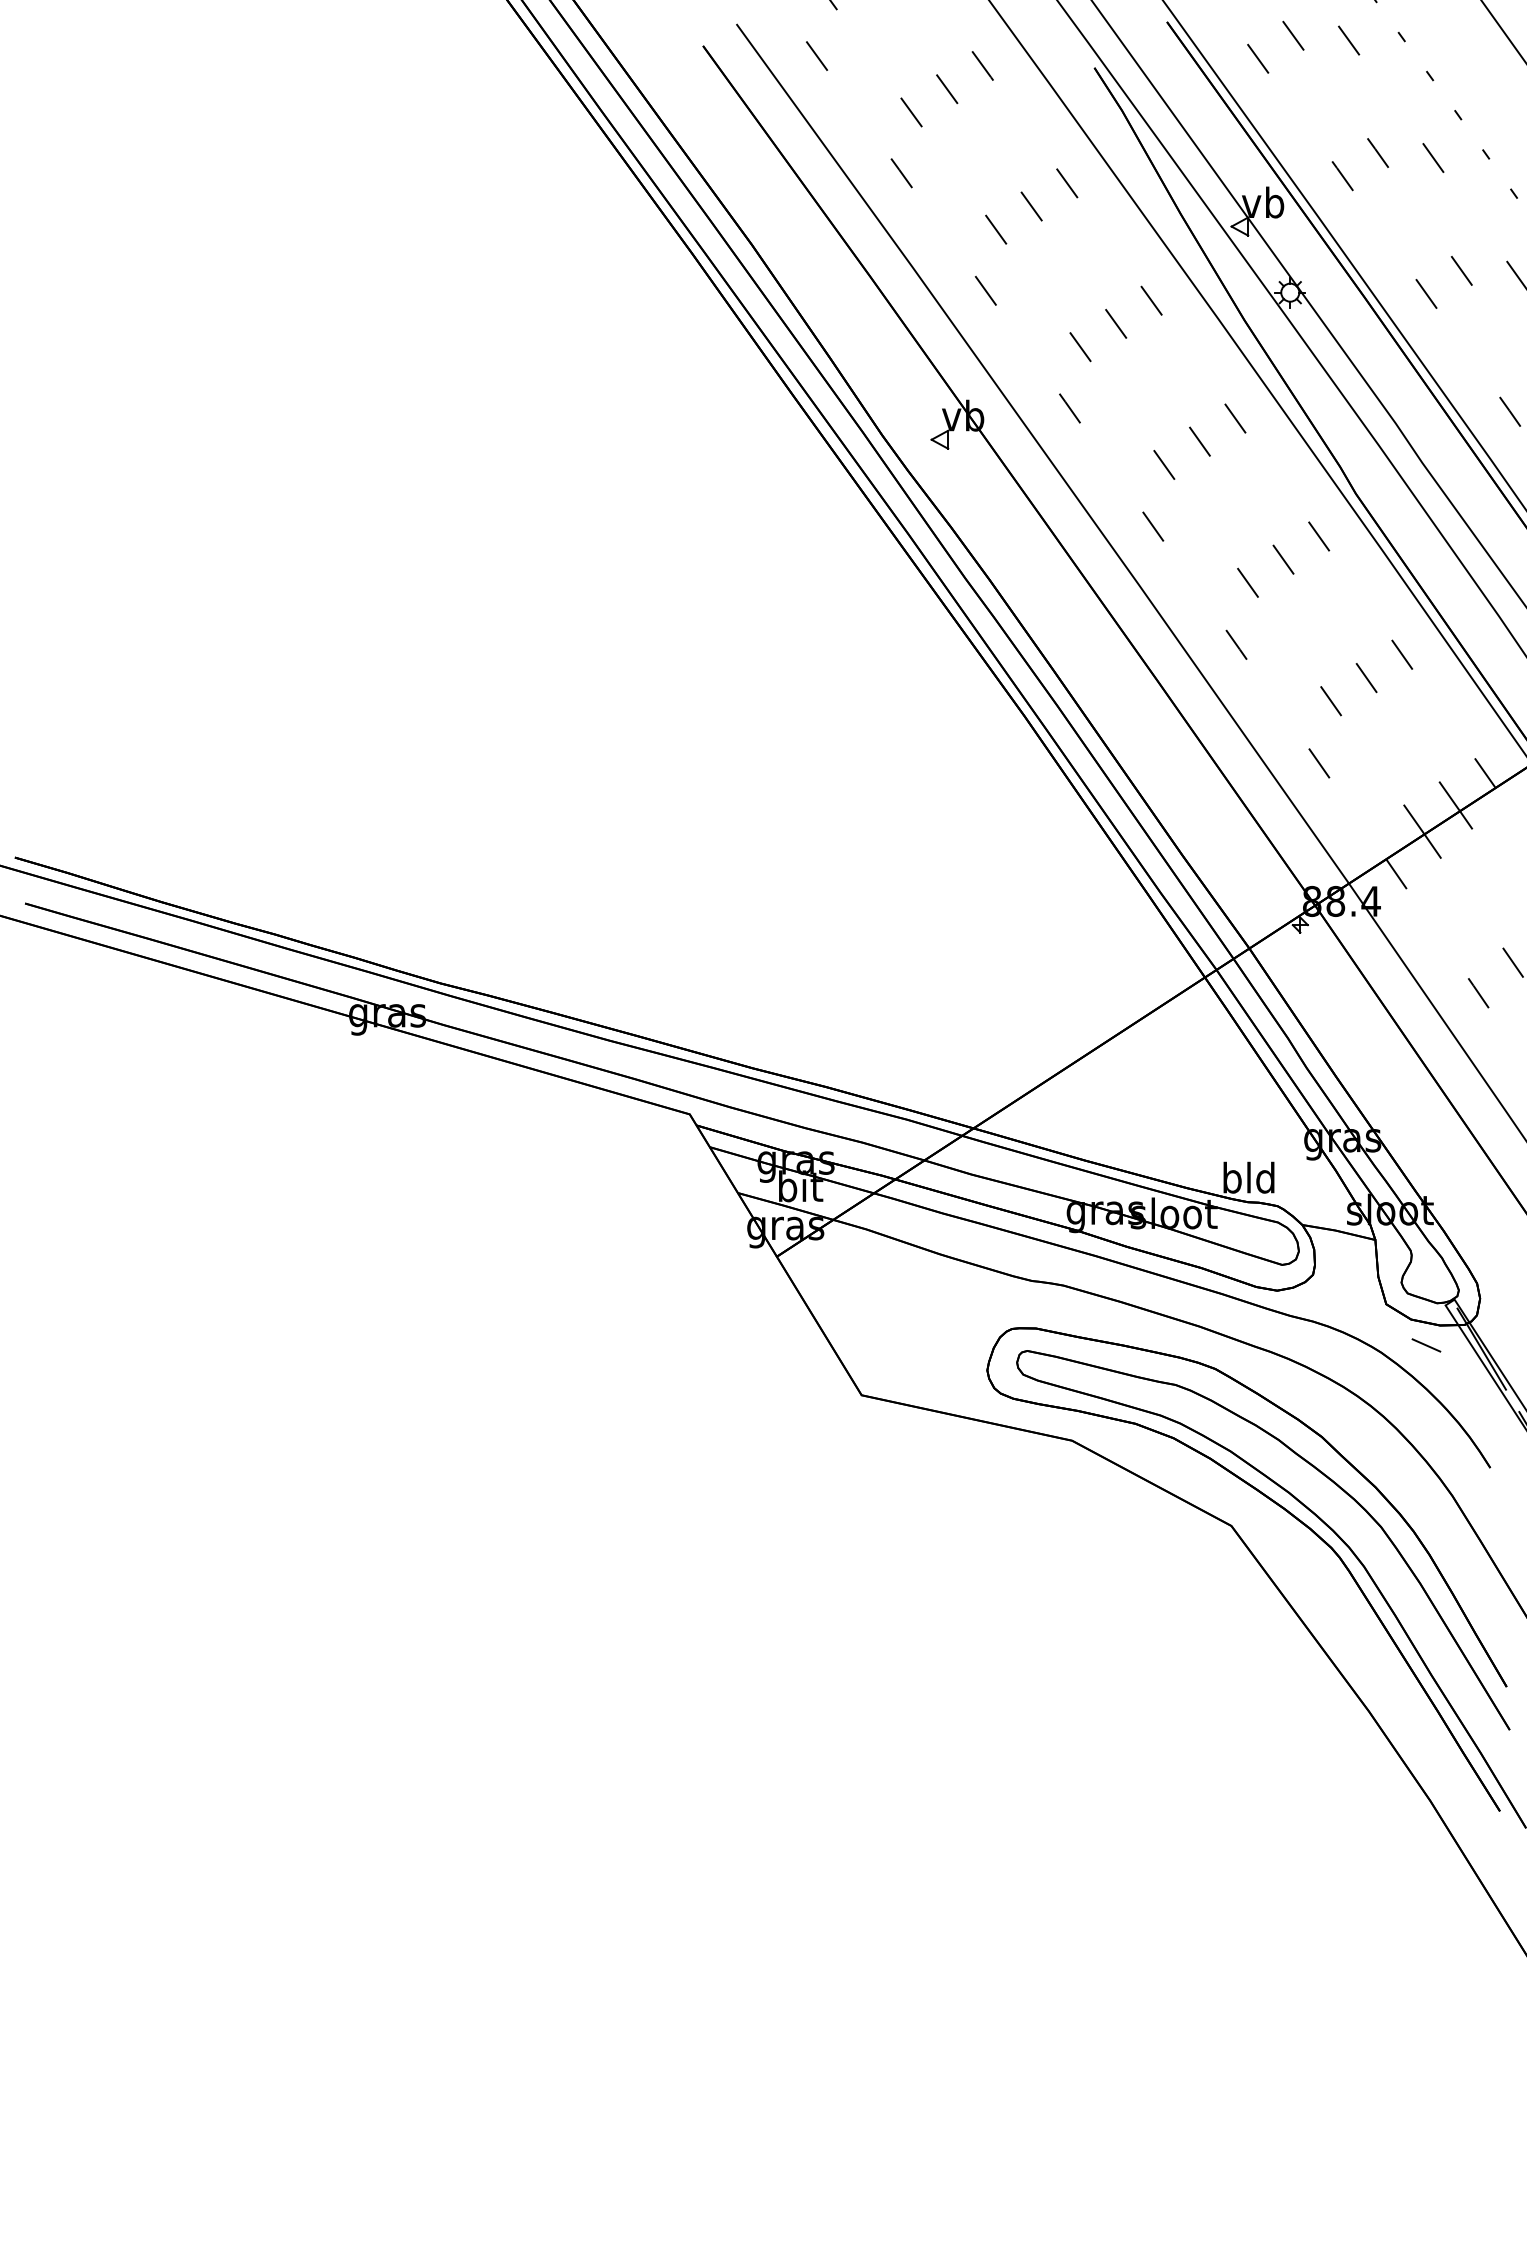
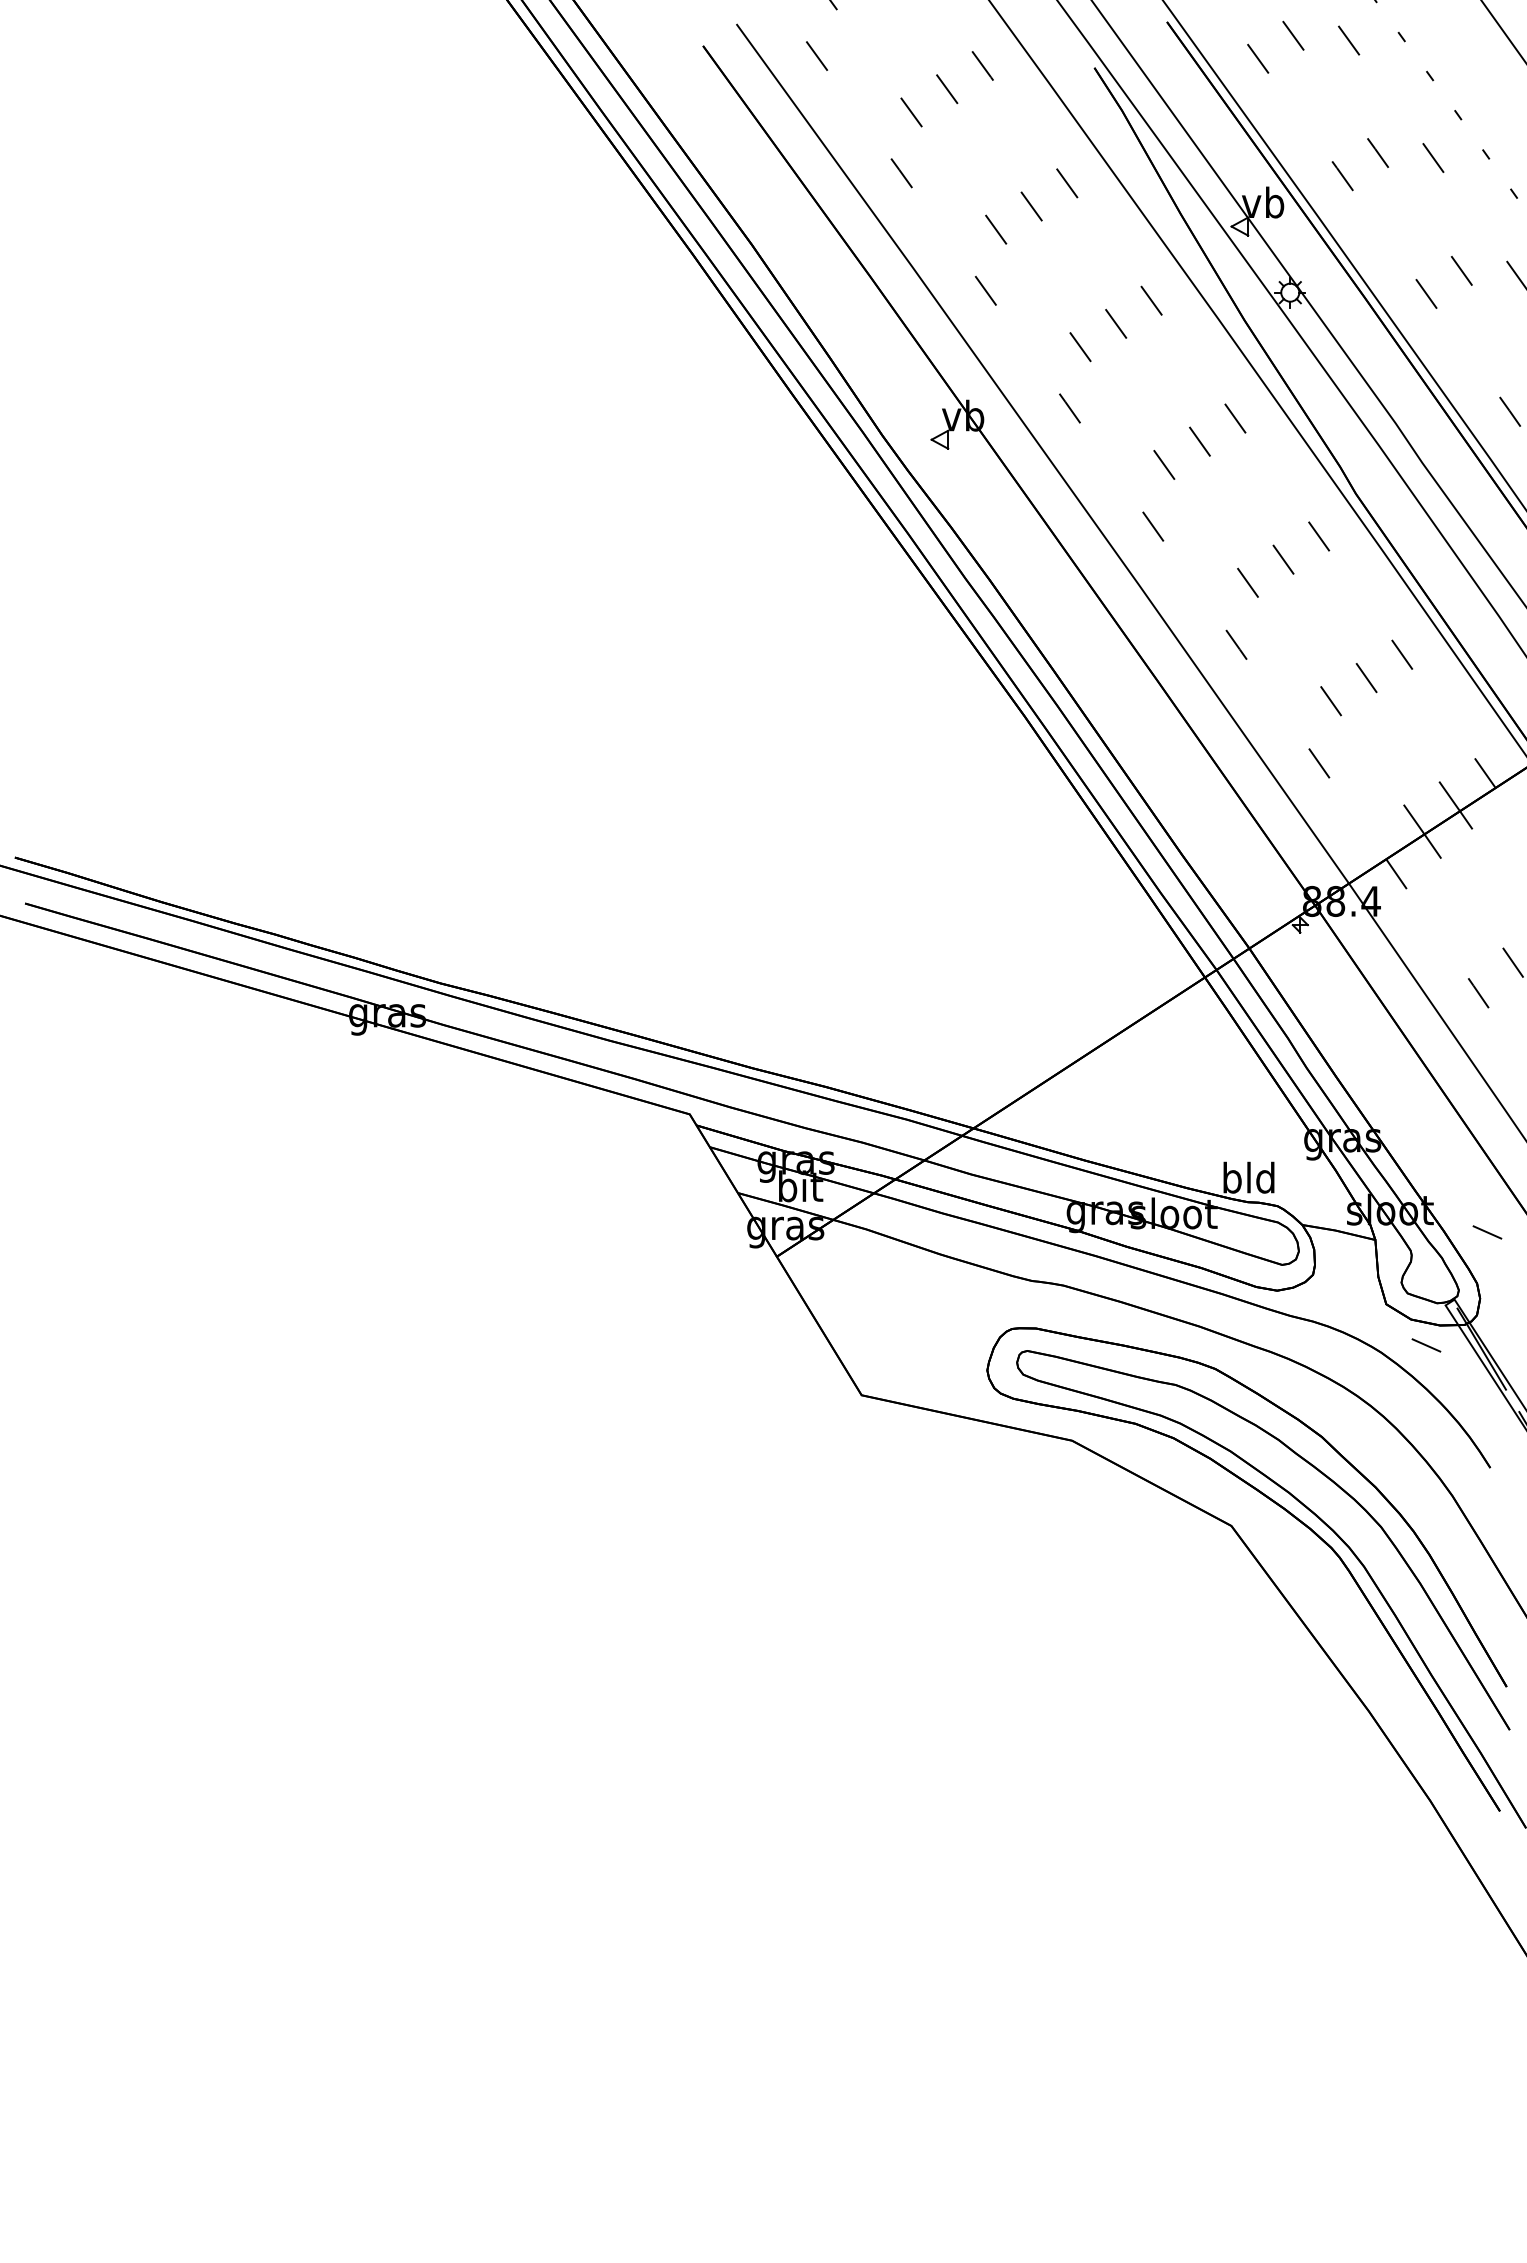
line at (1487, 1232): none -> present
